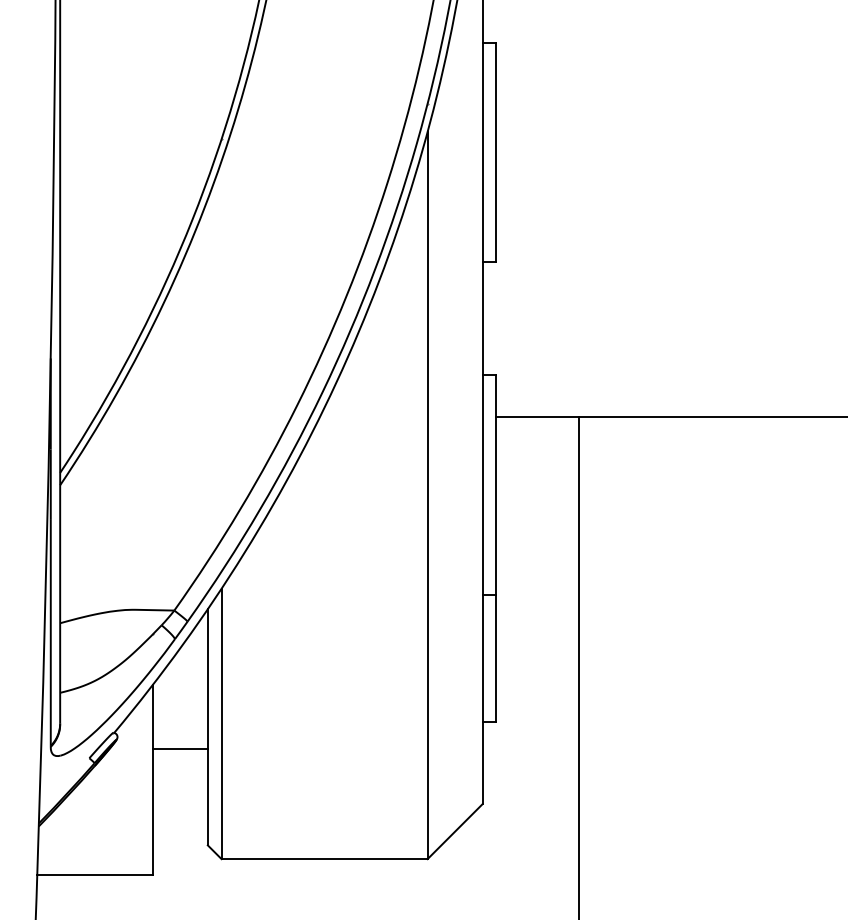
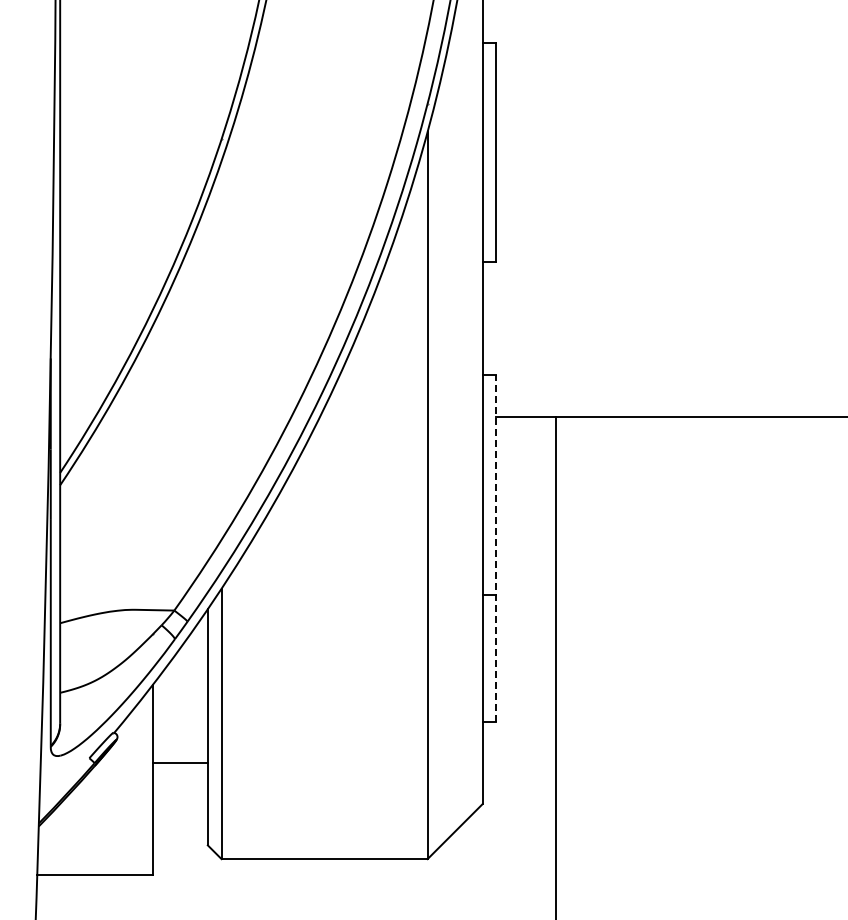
line at (496, 547): solid -> dashed
line at (578, 666) position: (578, 666) -> (555, 666)
line at (179, 749) position: (179, 749) -> (179, 763)
